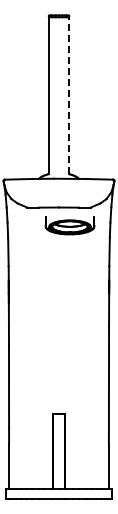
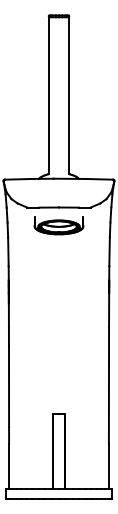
line at (69, 95): dashed -> solid
part at (69, 225) position: (69, 225) -> (58, 225)
